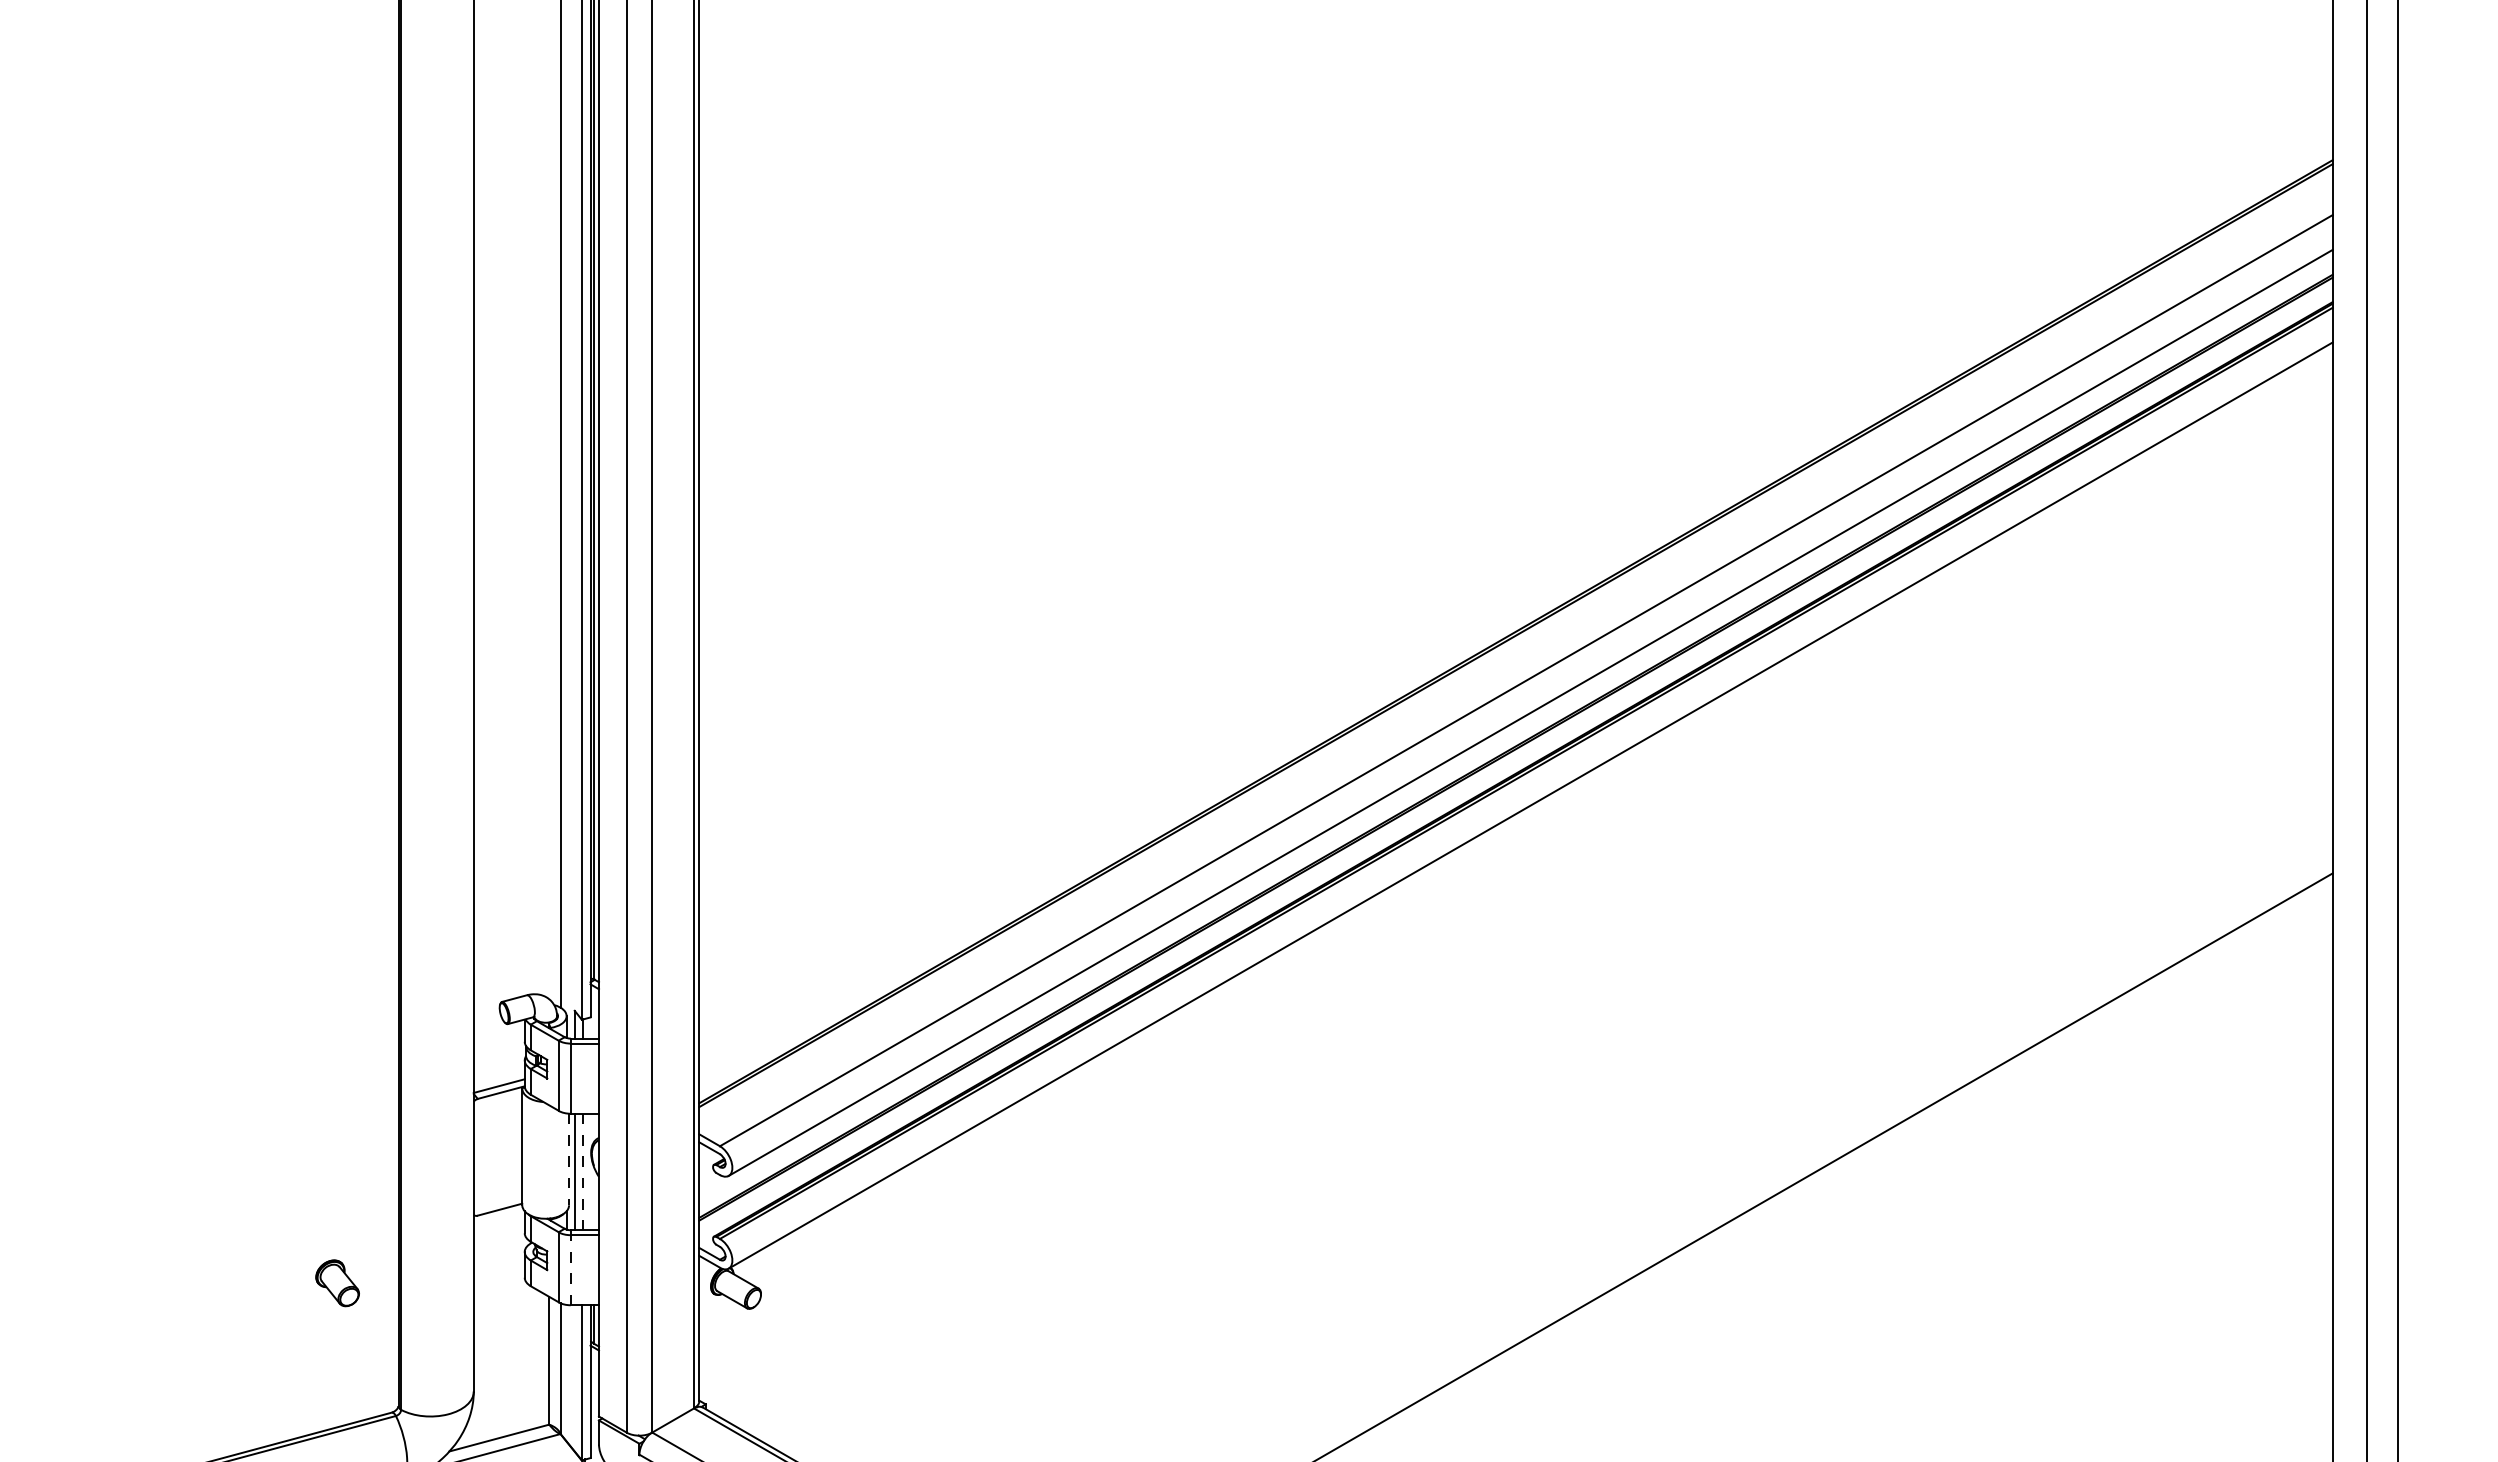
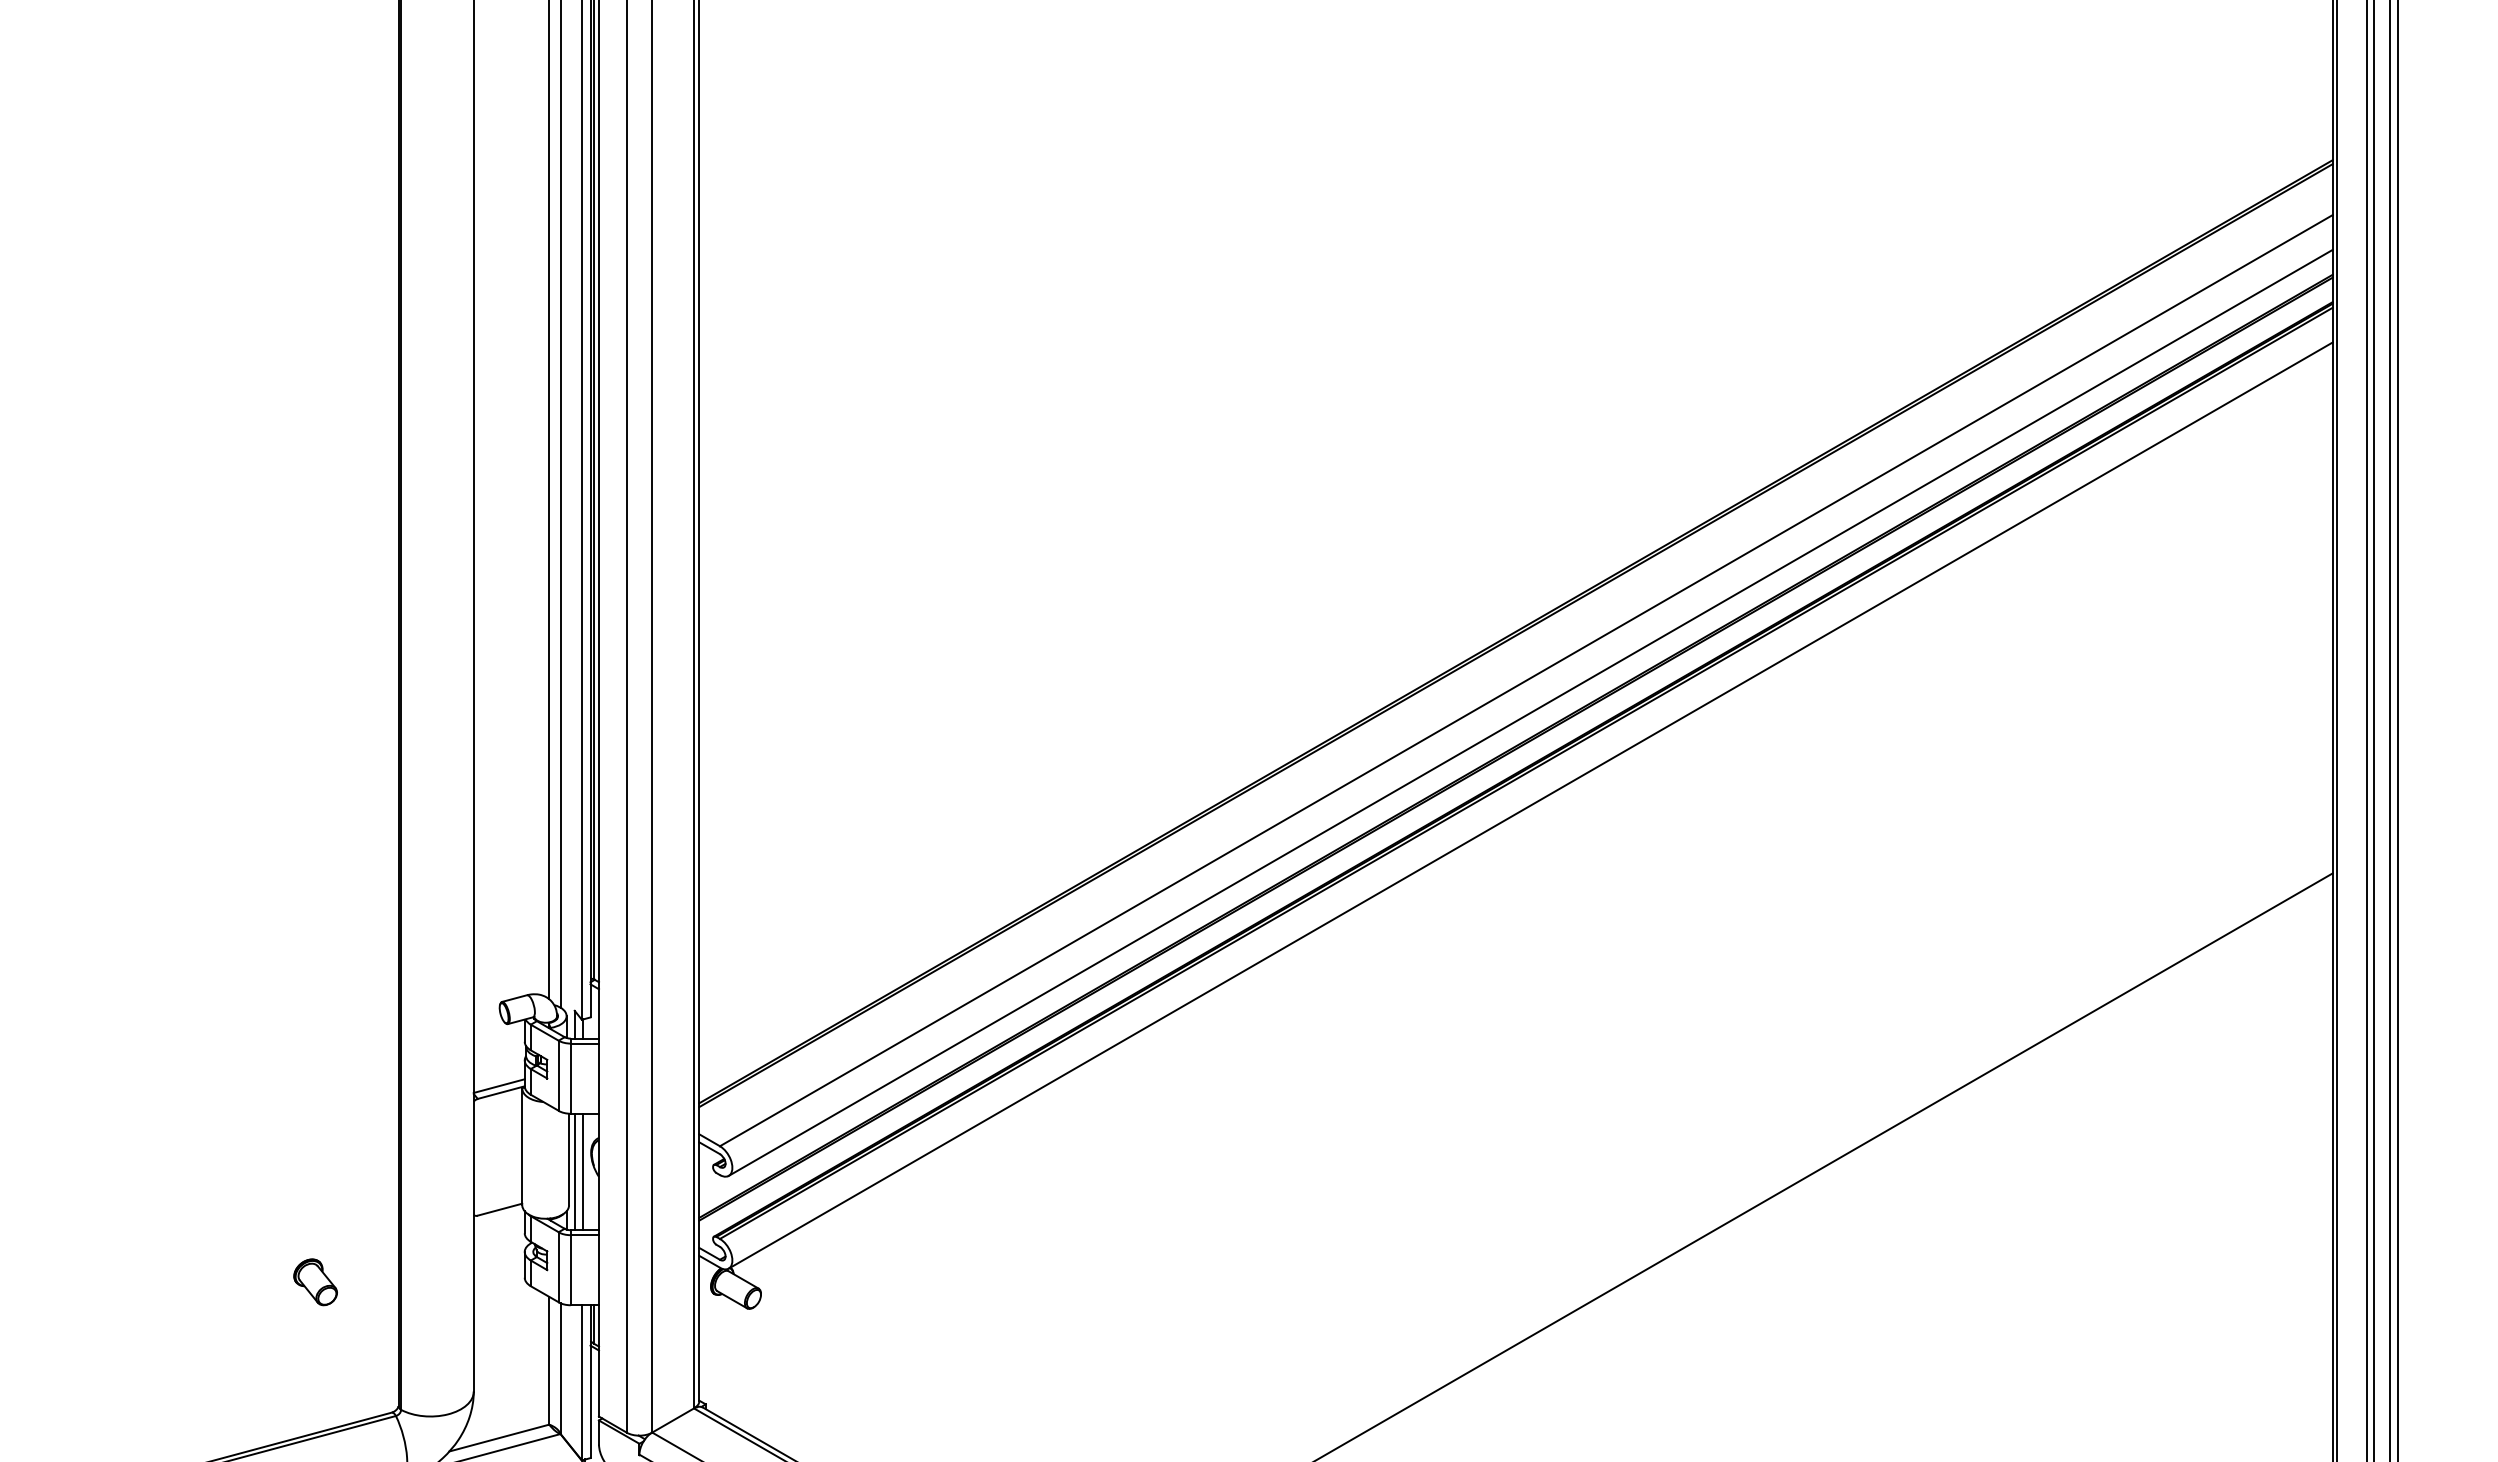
line at (549, 500): none -> present
line at (2337, 730): none -> present
line at (2373, 730): none -> present
line at (2389, 730): none -> present
line at (568, 1159): dashed -> solid
line at (583, 1172): dashed -> solid
line at (570, 1269): dashed -> solid
part at (337, 1283) position: (337, 1283) -> (315, 1282)
